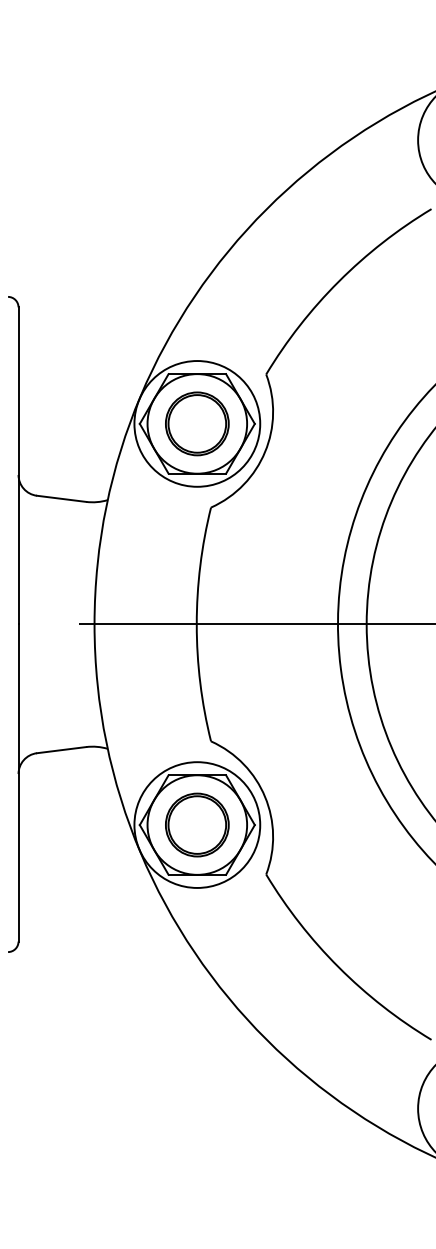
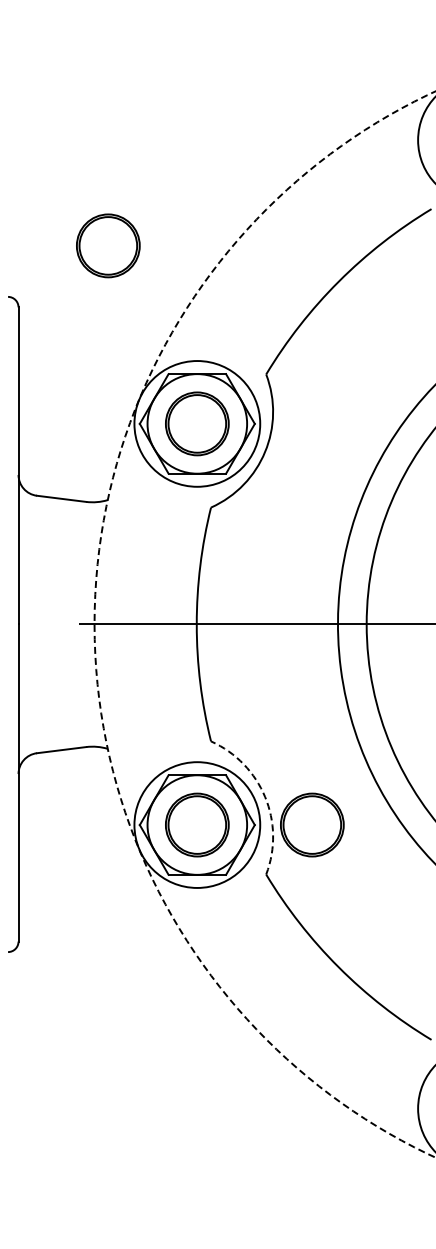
part at (108, 245): none -> present
circle at (264, 624): solid -> dashed
arc at (265, 796): solid -> dashed
part at (312, 824): none -> present
